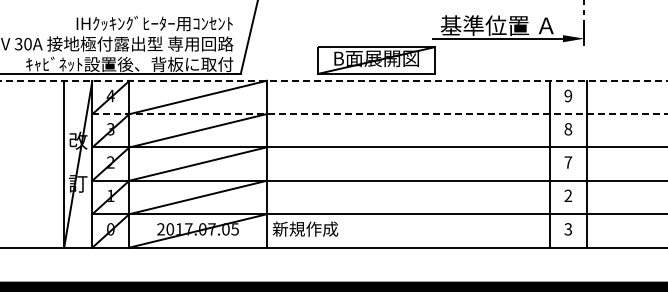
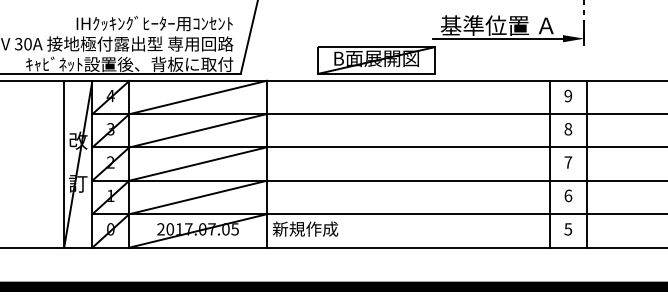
line at (334, 80): dashed -> solid
line at (380, 114): dashed -> solid
text at (568, 195): 2 -> 6
text at (568, 228): 3 -> 5
